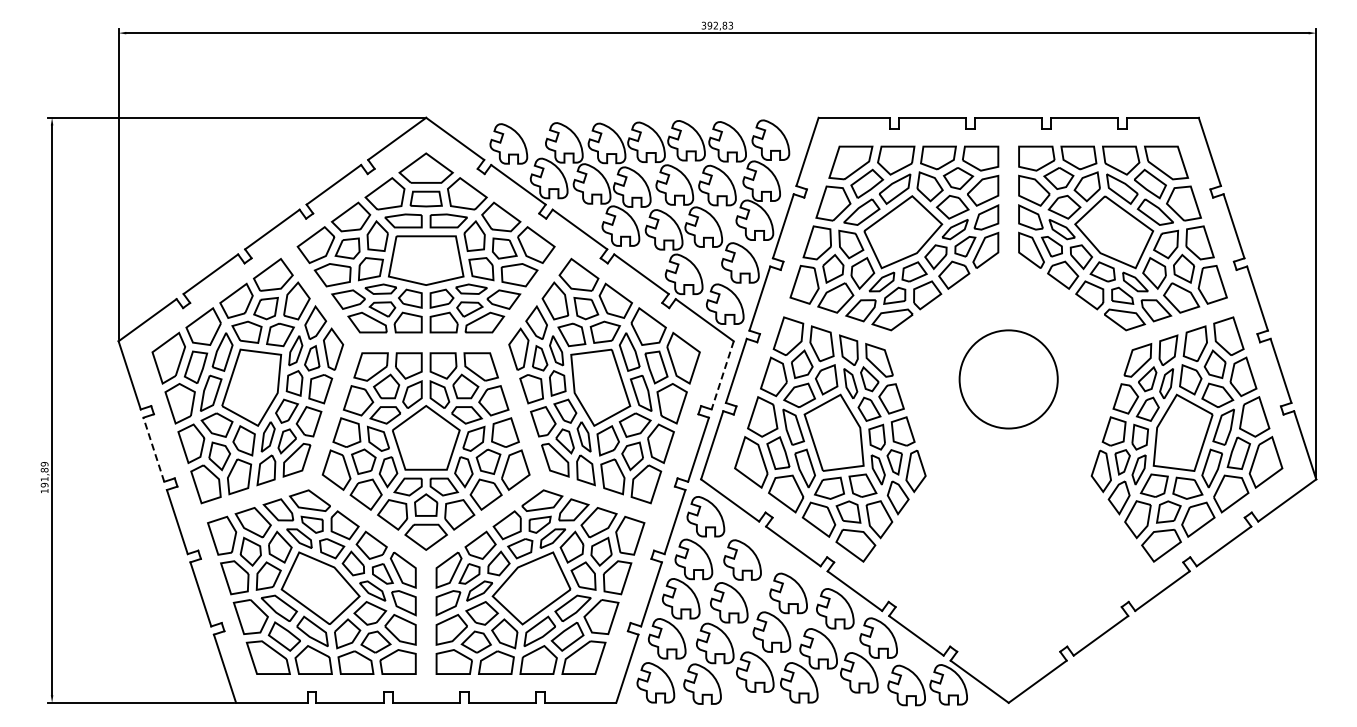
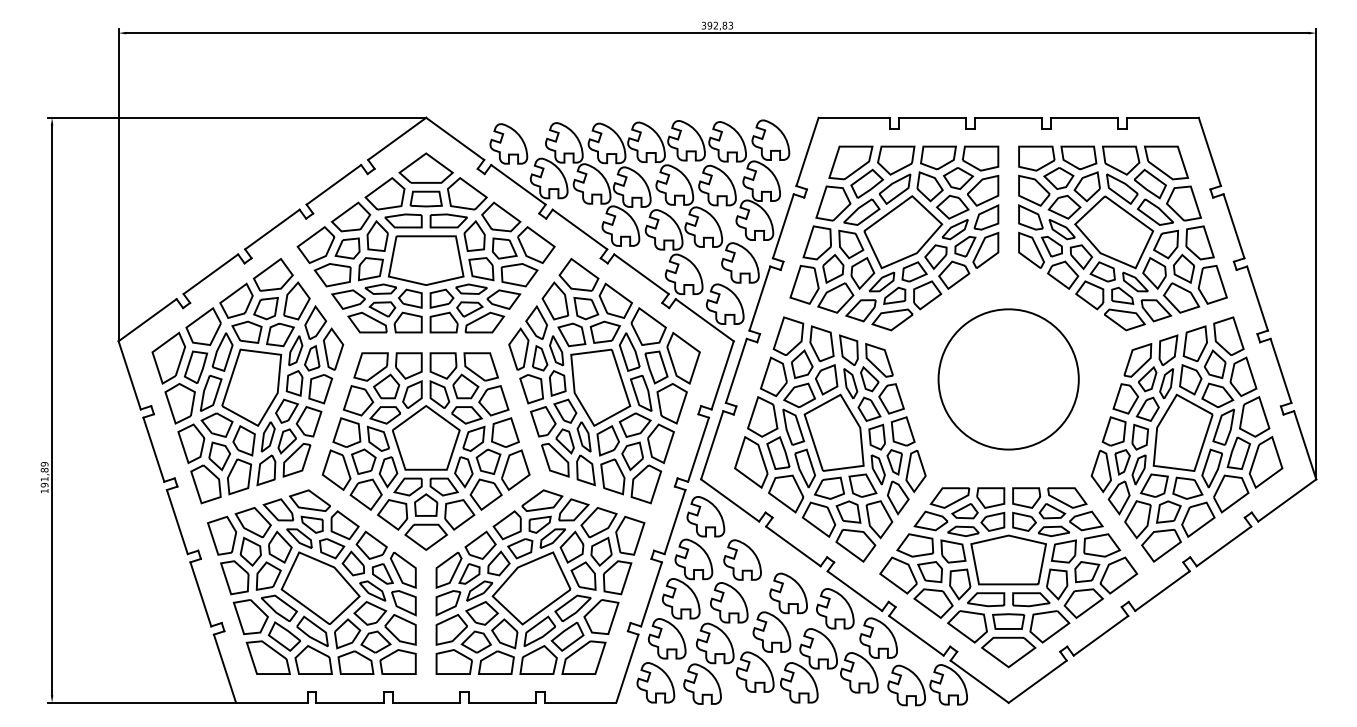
line at (722, 375): dashed -> solid
circle at (1008, 379) diameter: 98 px -> 140 px
line at (153, 449): dashed -> solid
part at (1008, 577): none -> present
